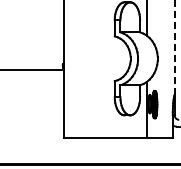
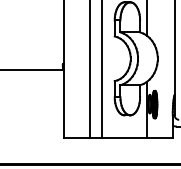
line at (174, 47): dashed -> solid
line at (89, 69): none -> present
line at (102, 69): none -> present
